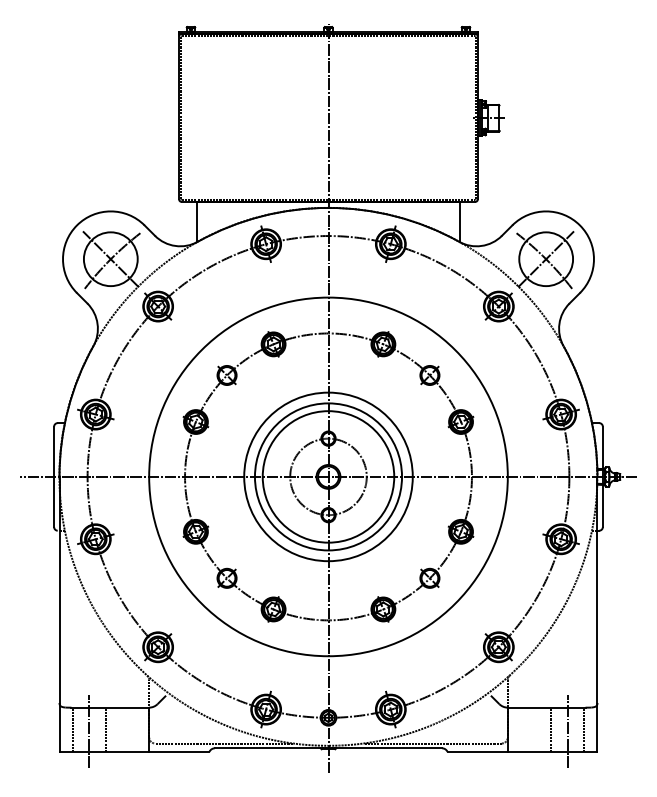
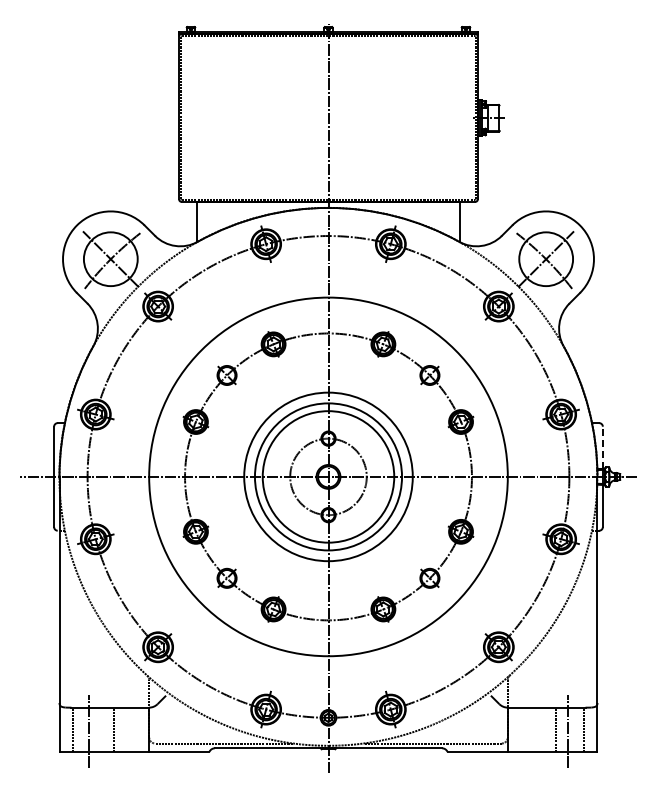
line at (602, 447): solid -> dashed
line at (106, 729) position: (106, 729) -> (114, 729)
line at (550, 729) position: (550, 729) -> (555, 729)
